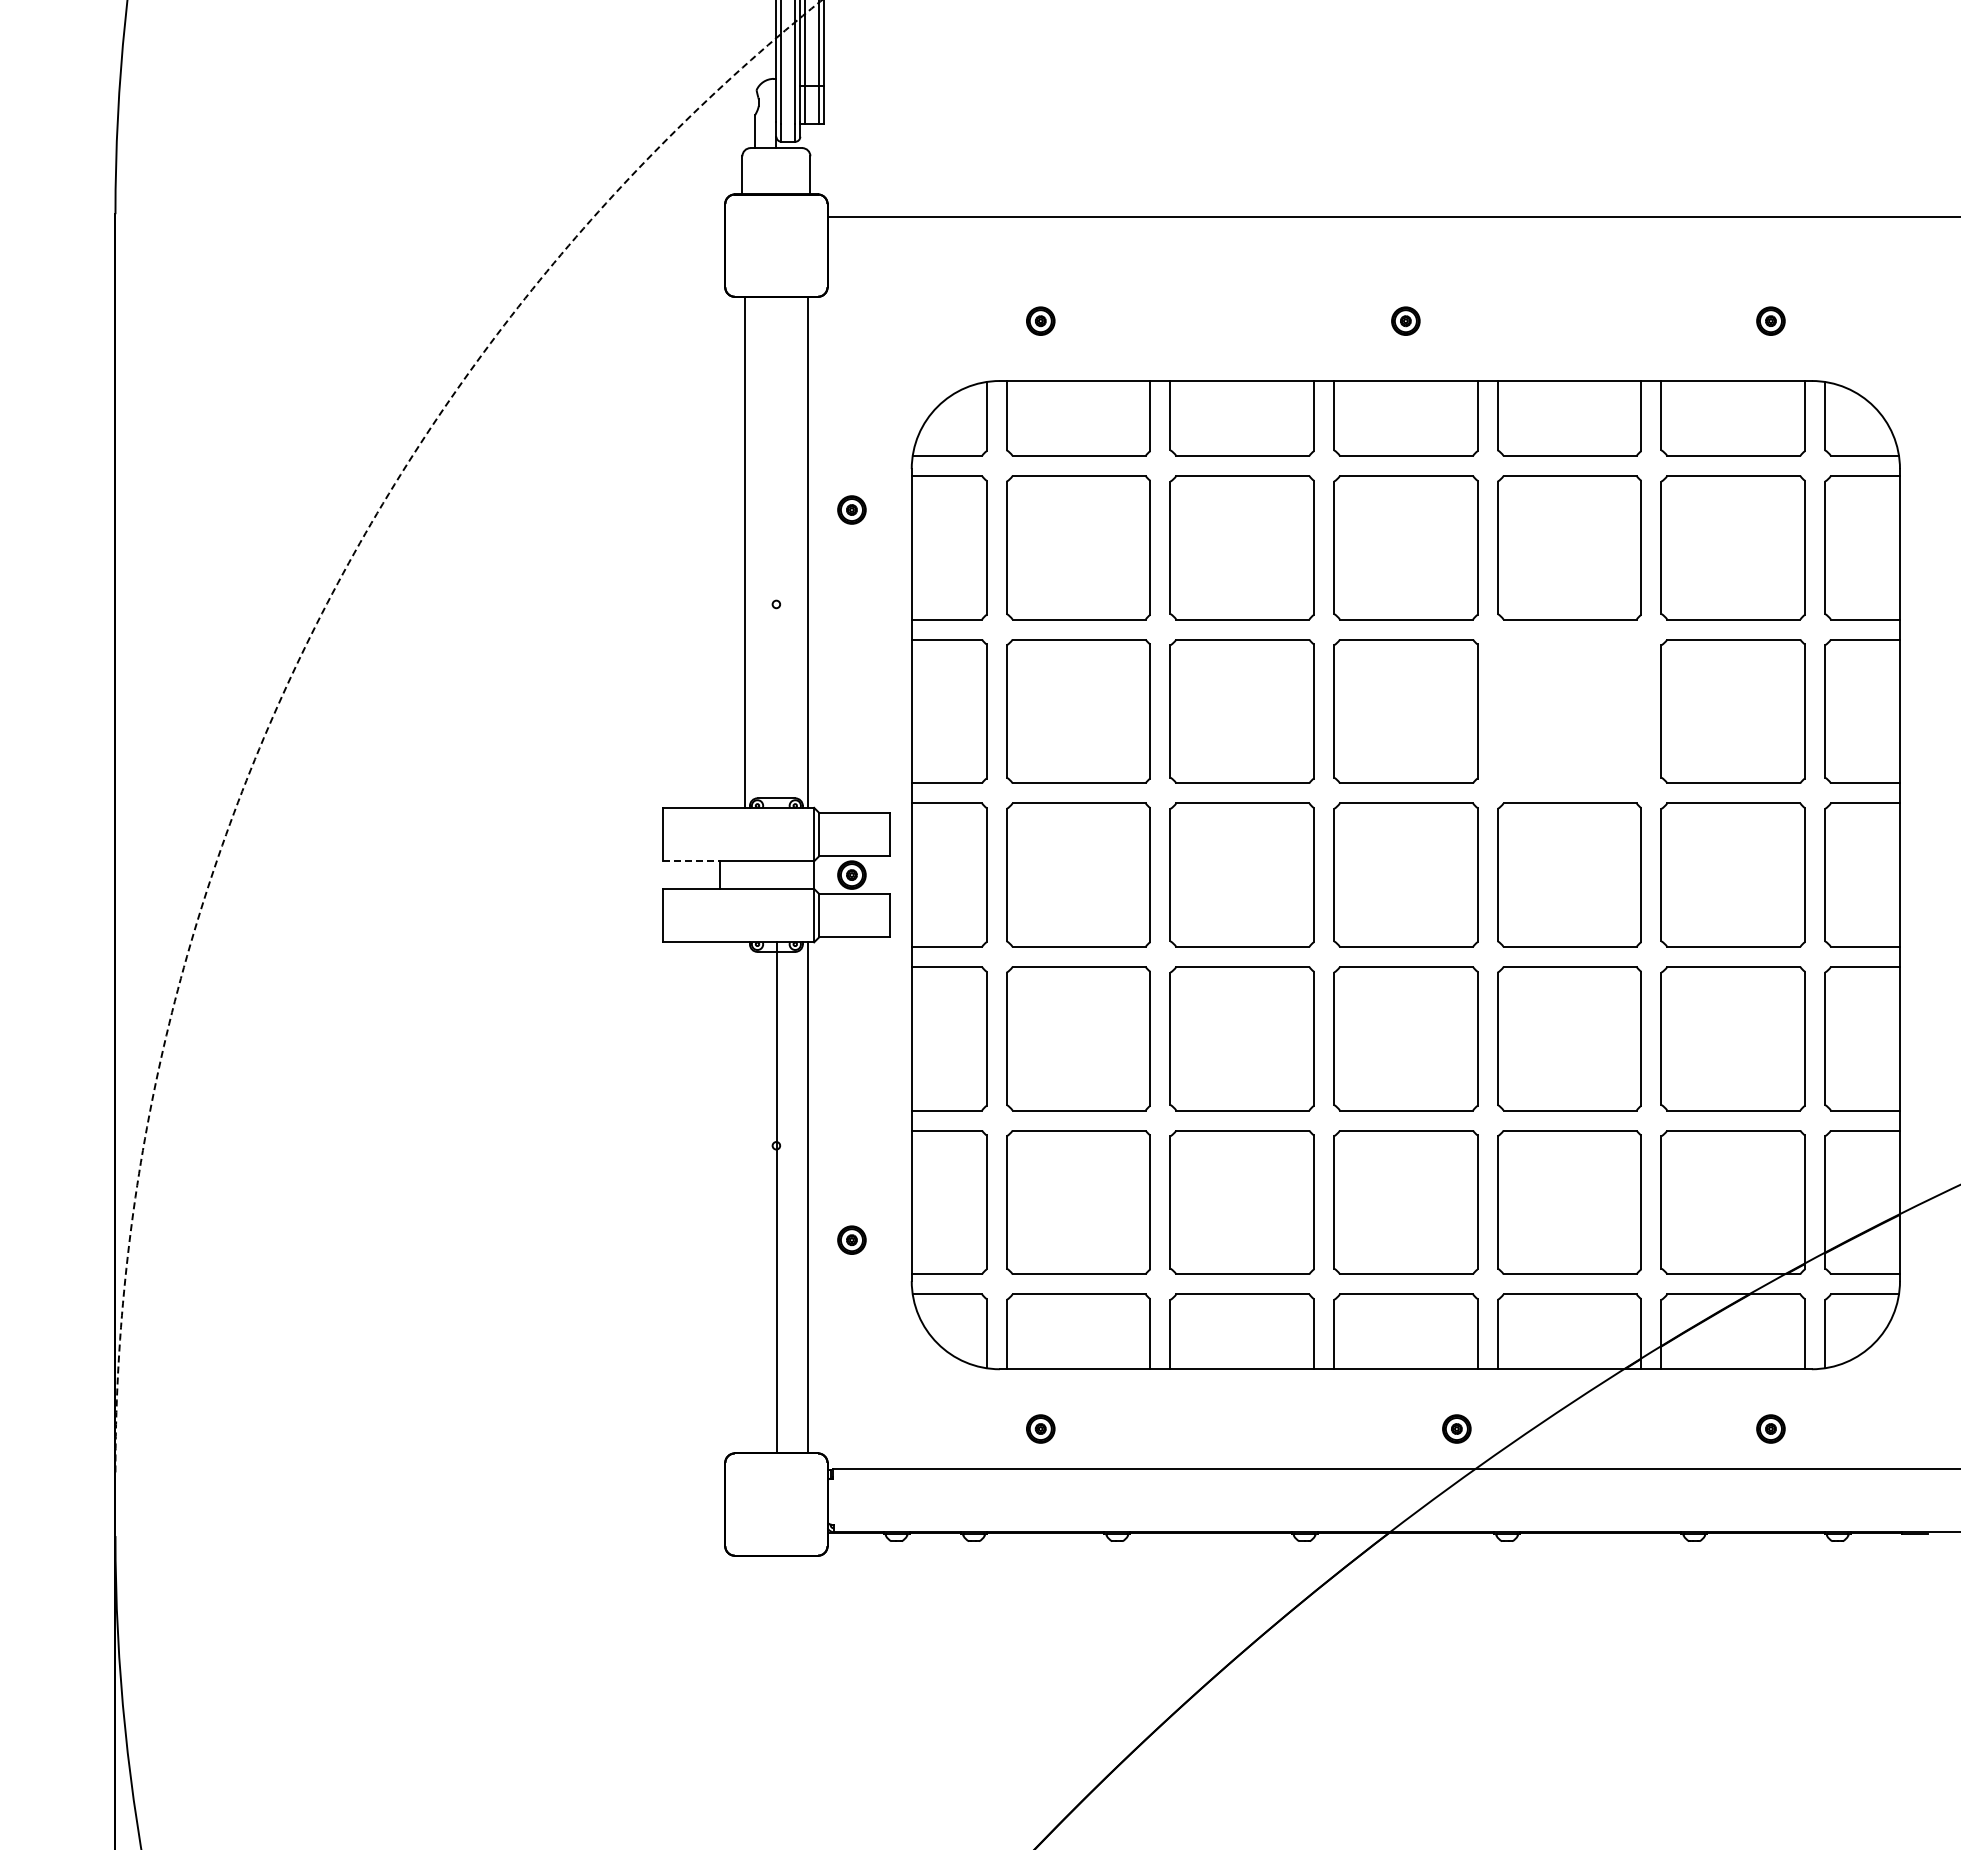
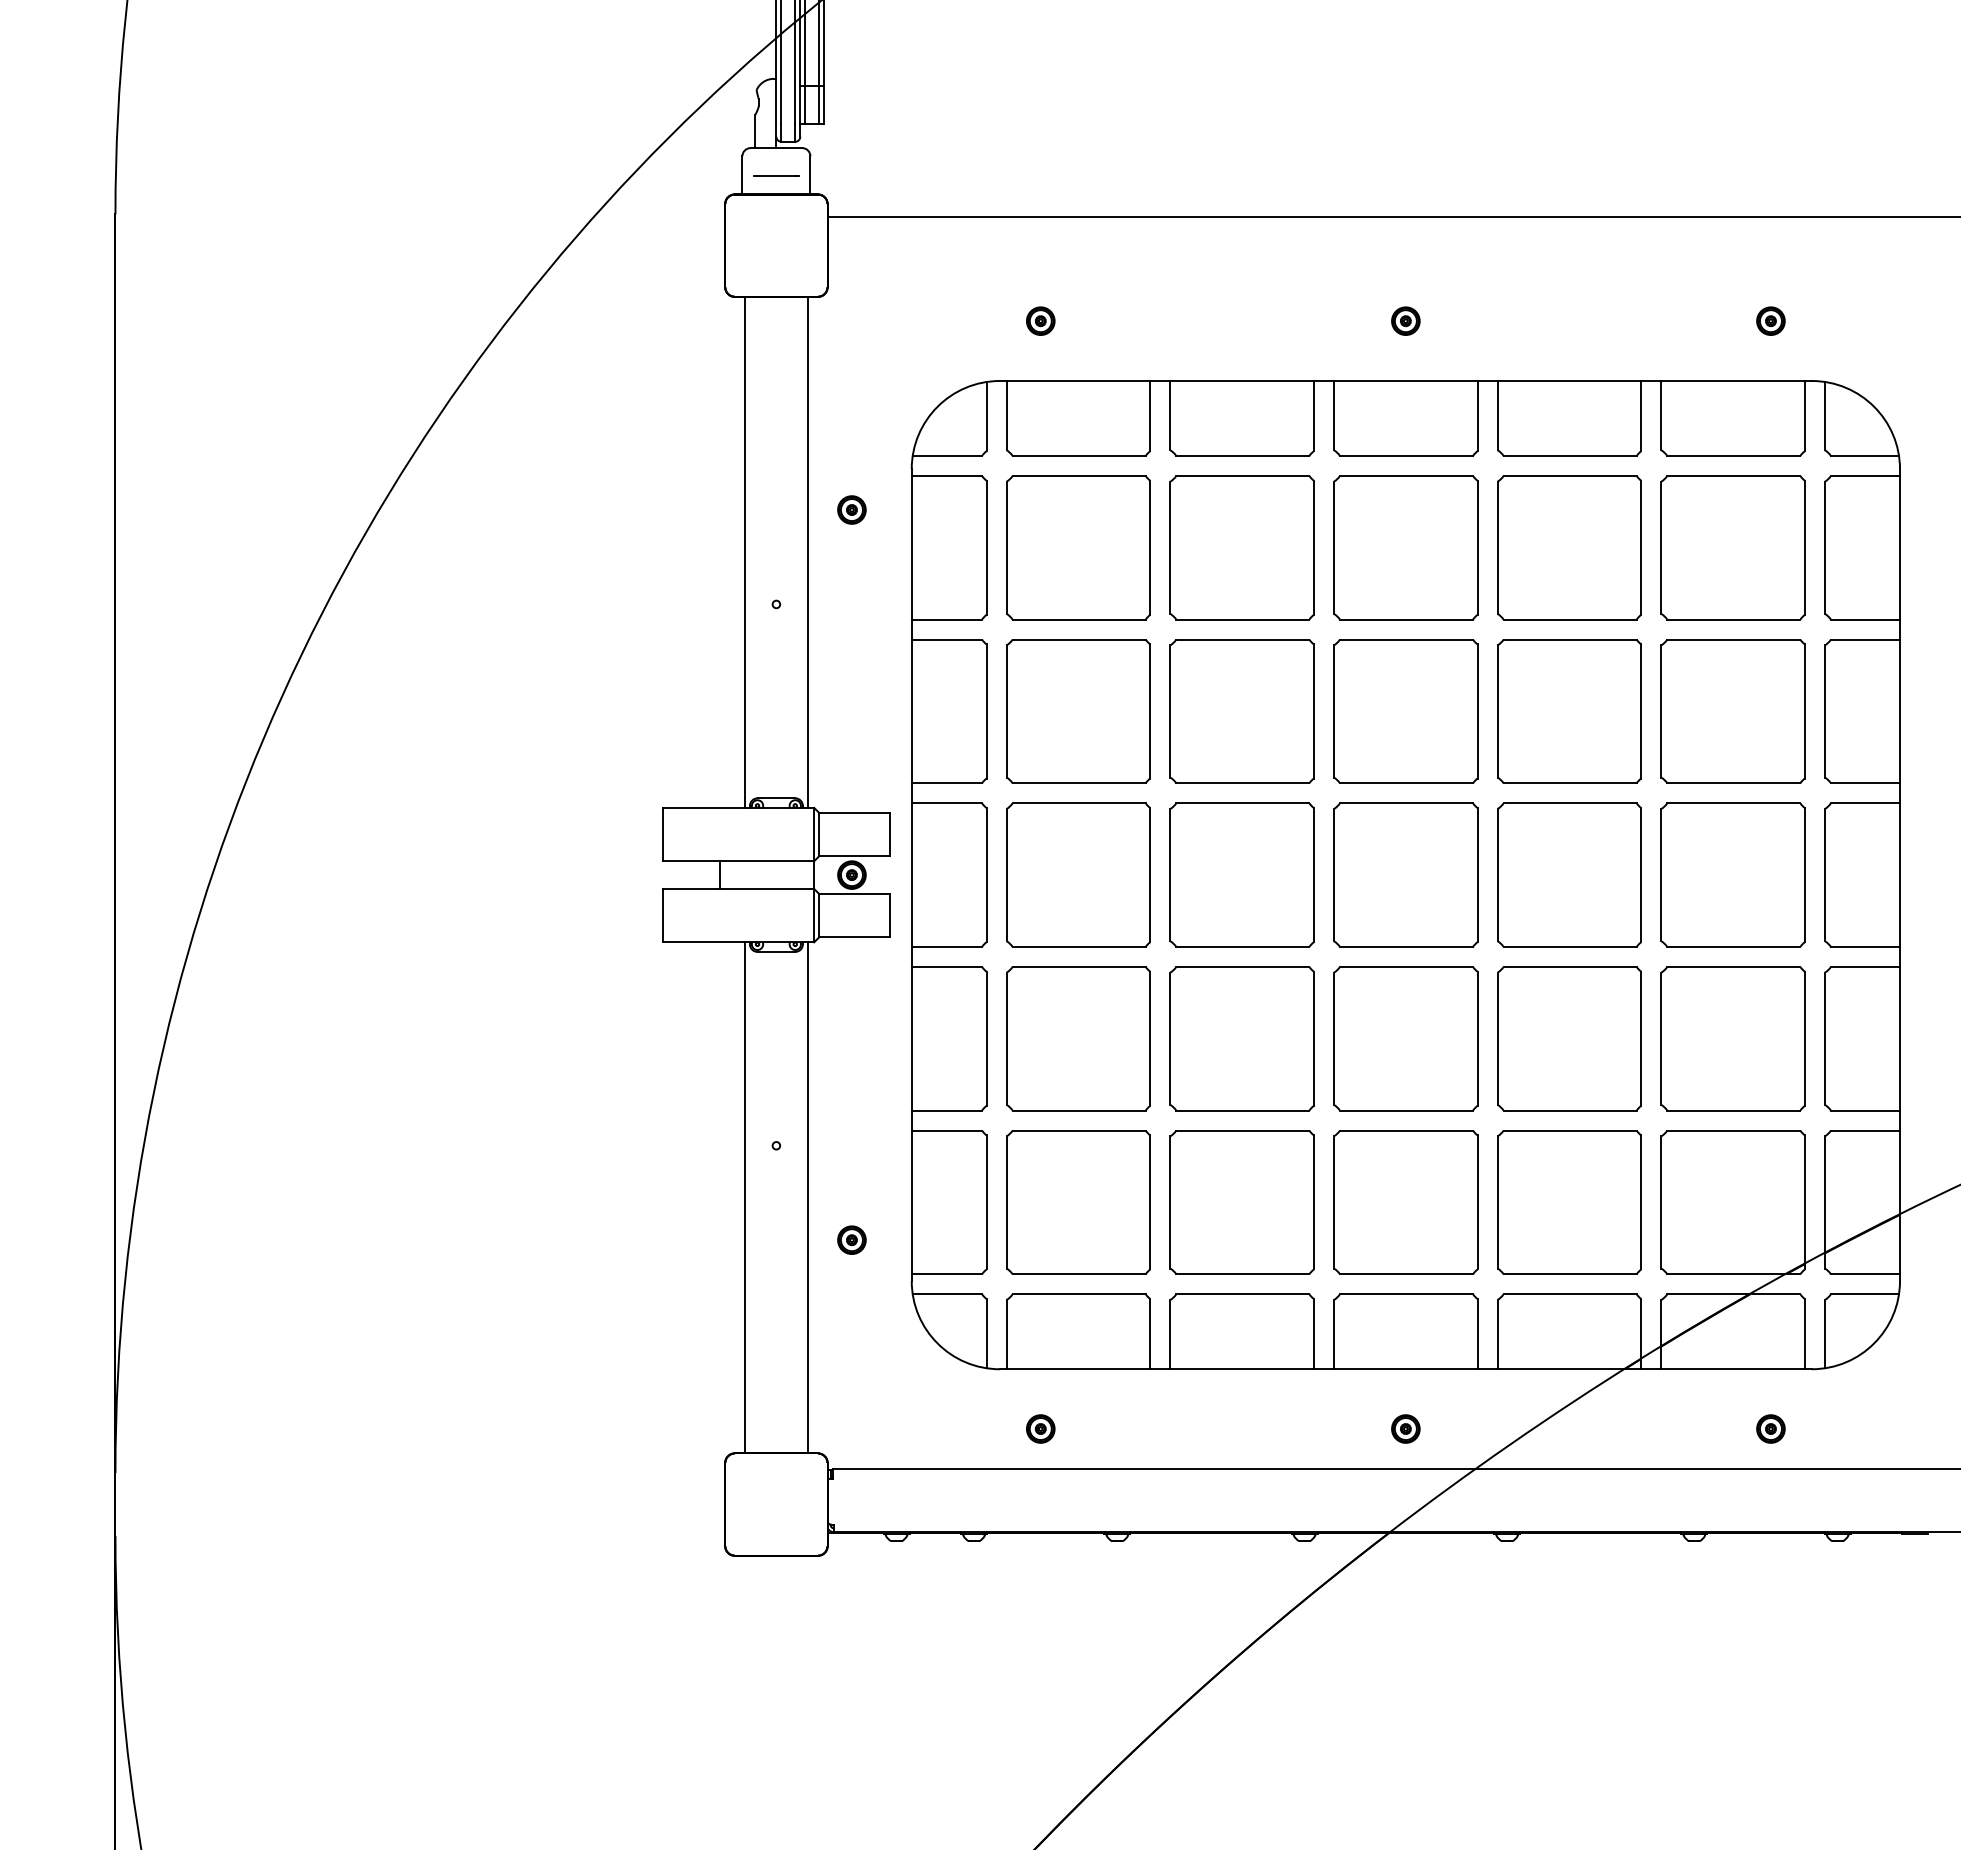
line at (776, 175): none -> present
arc at (299, 659): dashed -> solid
part at (1569, 711): none -> present
line at (691, 861): dashed -> solid
line at (776, 1197) position: (776, 1197) -> (744, 1197)
part at (1456, 1428) position: (1456, 1428) -> (1405, 1428)
